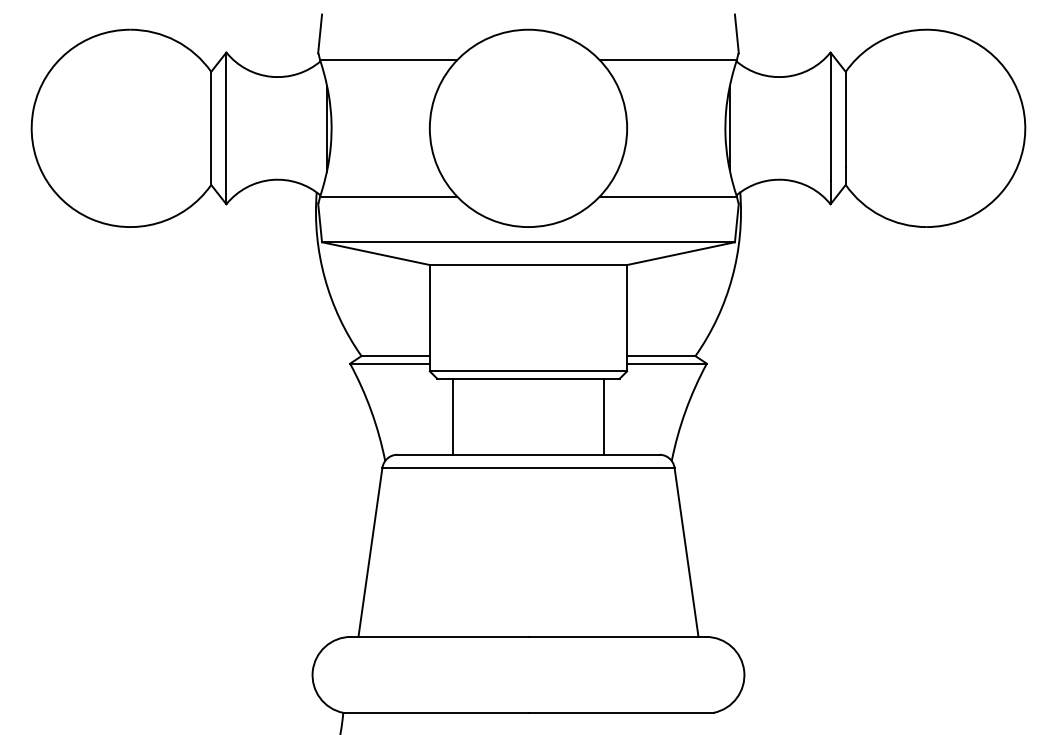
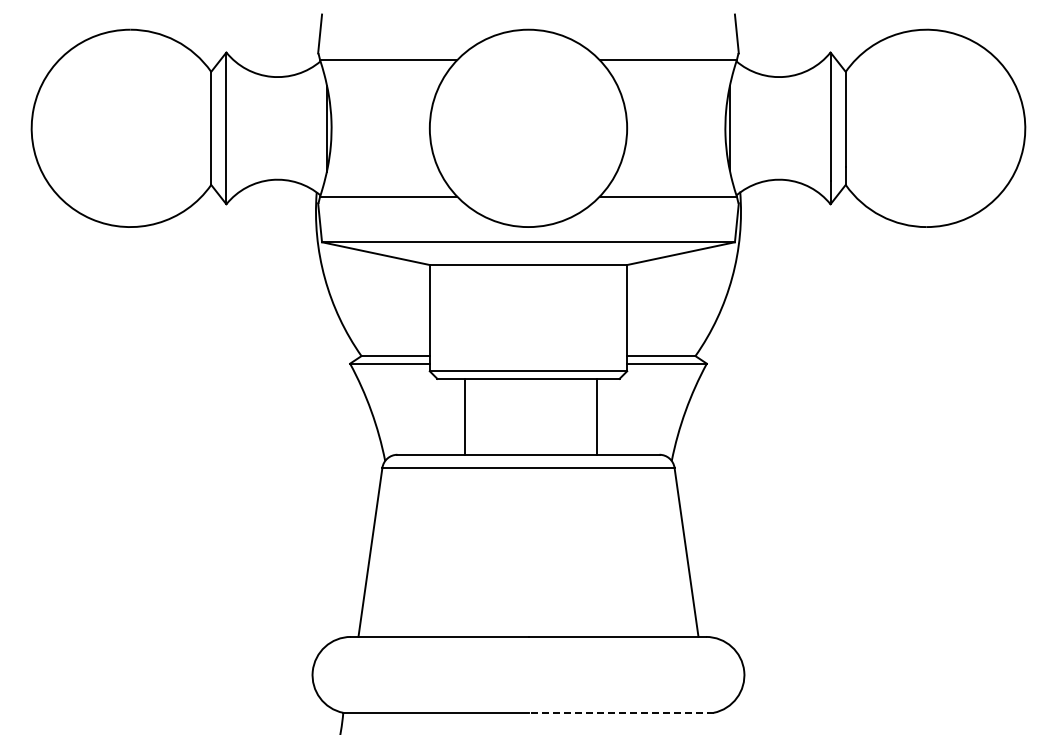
line at (452, 416) position: (452, 416) -> (464, 416)
line at (604, 416) position: (604, 416) -> (597, 416)
line at (621, 712): solid -> dashed
